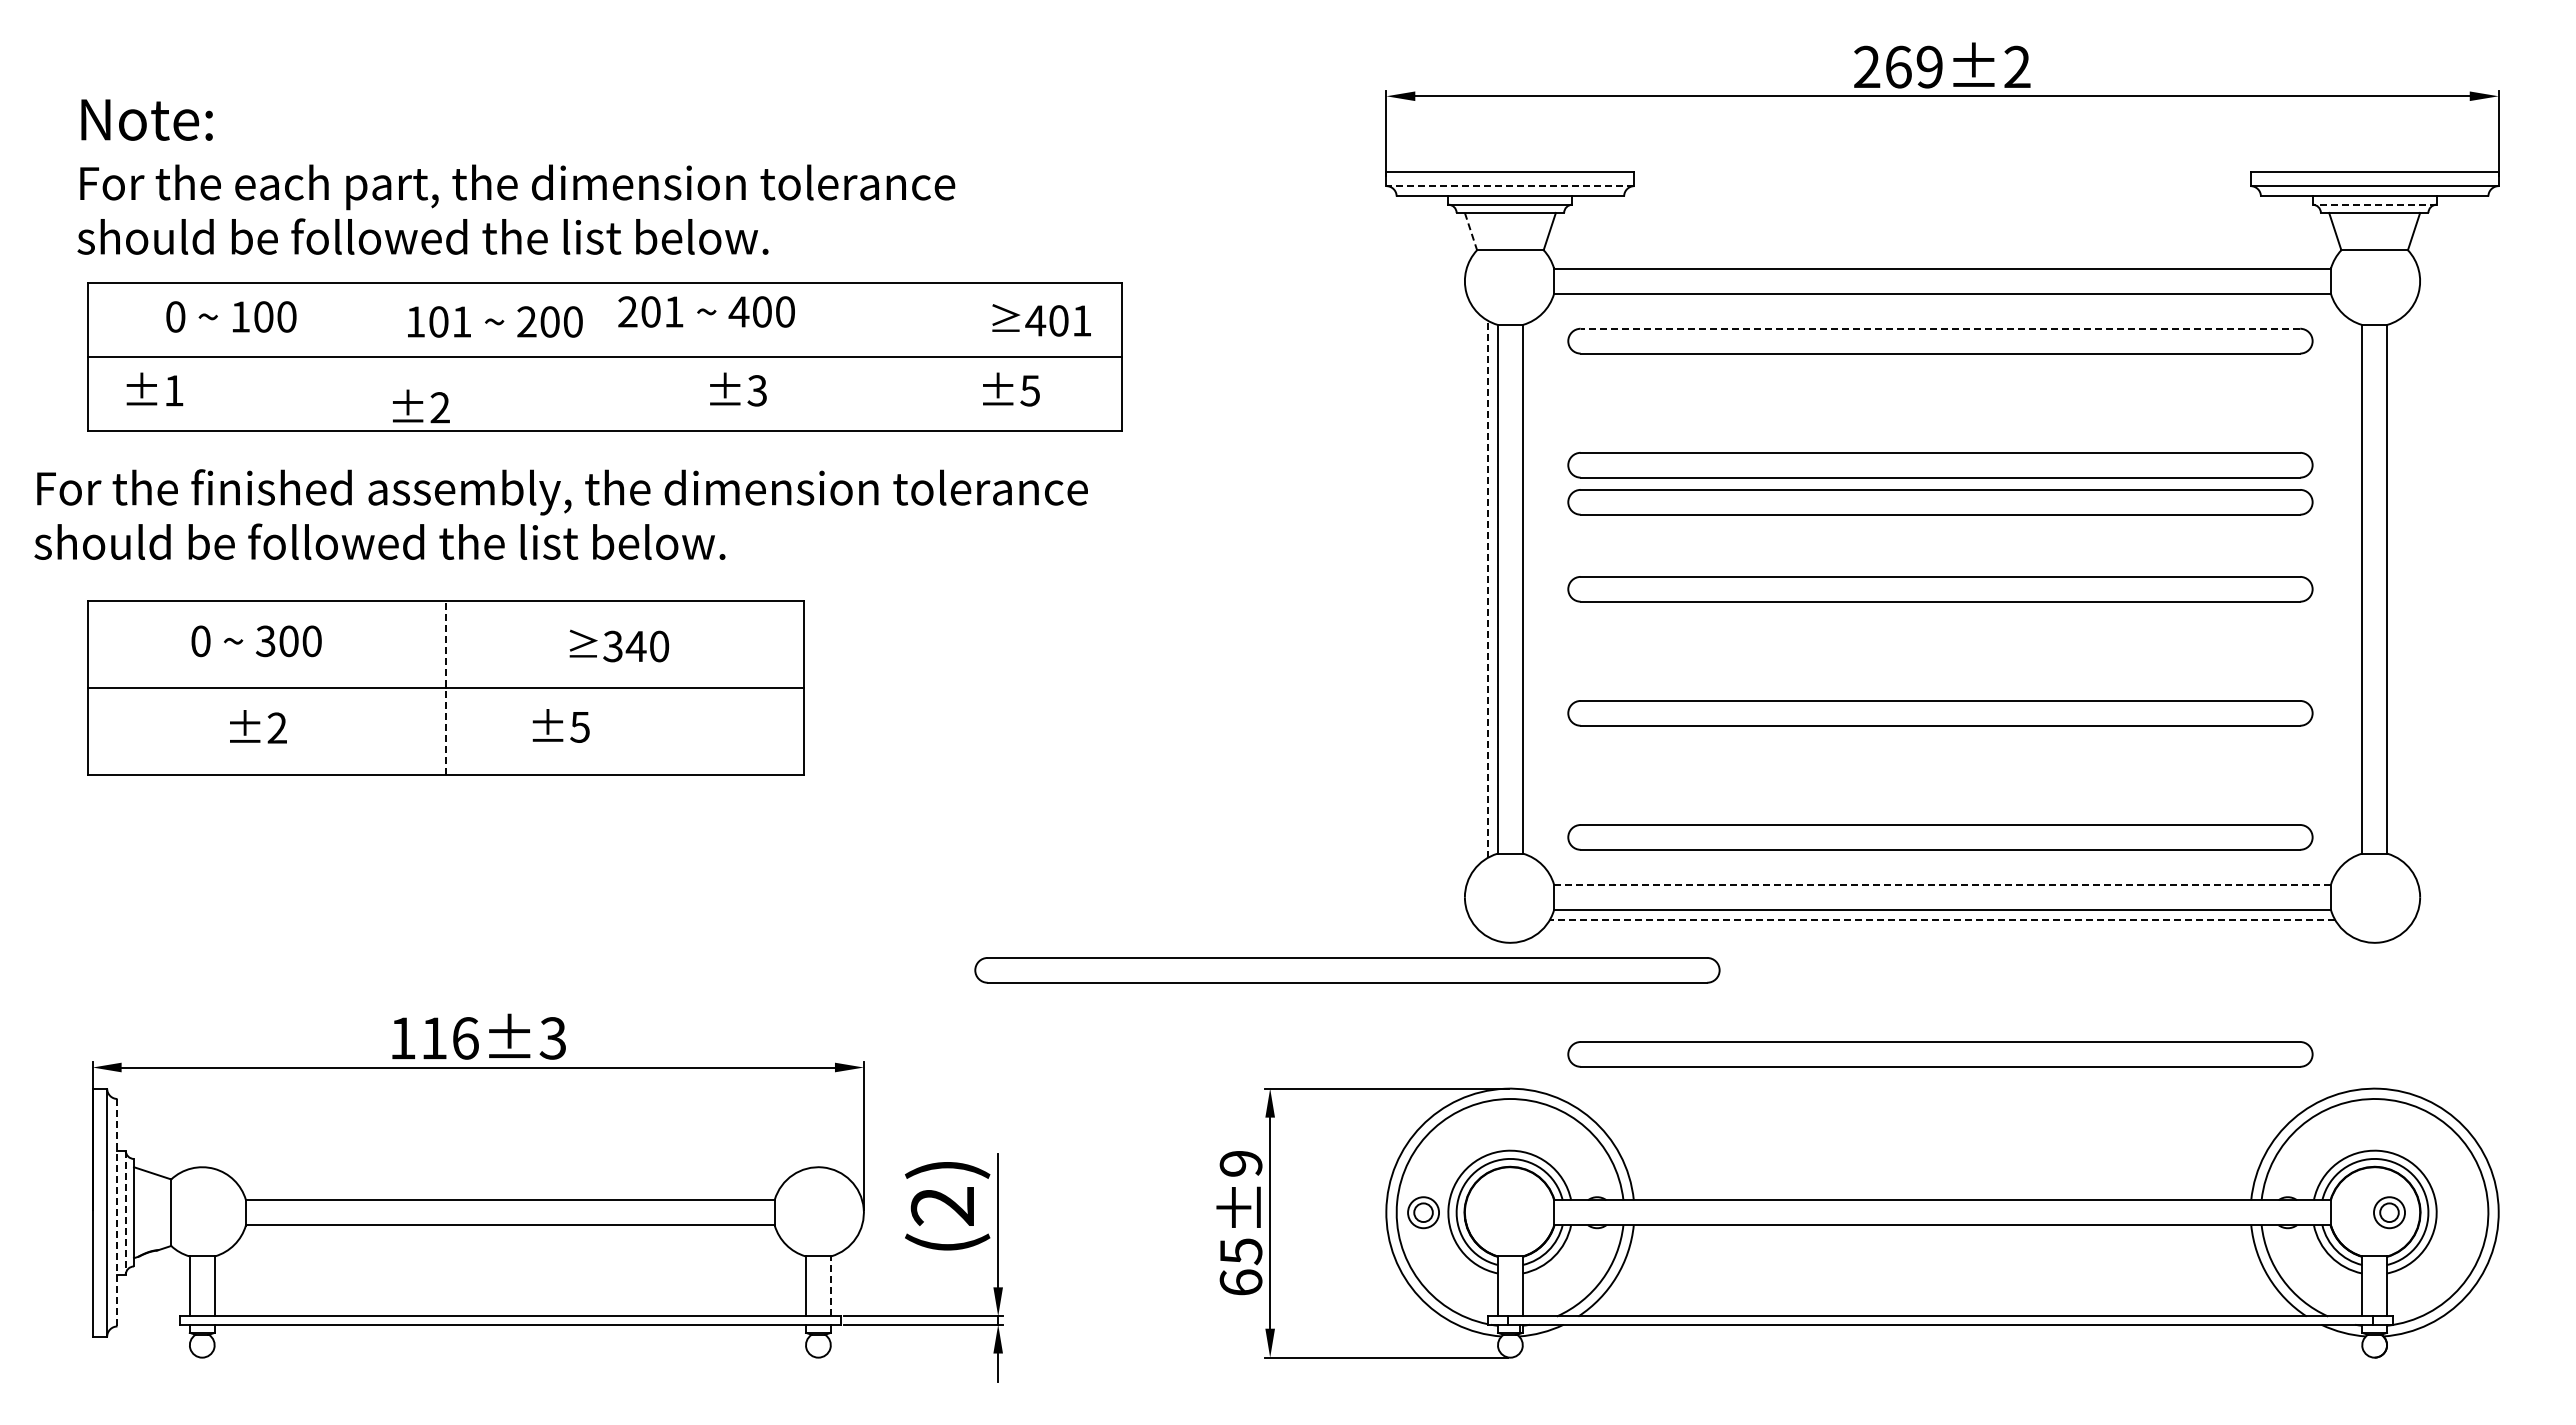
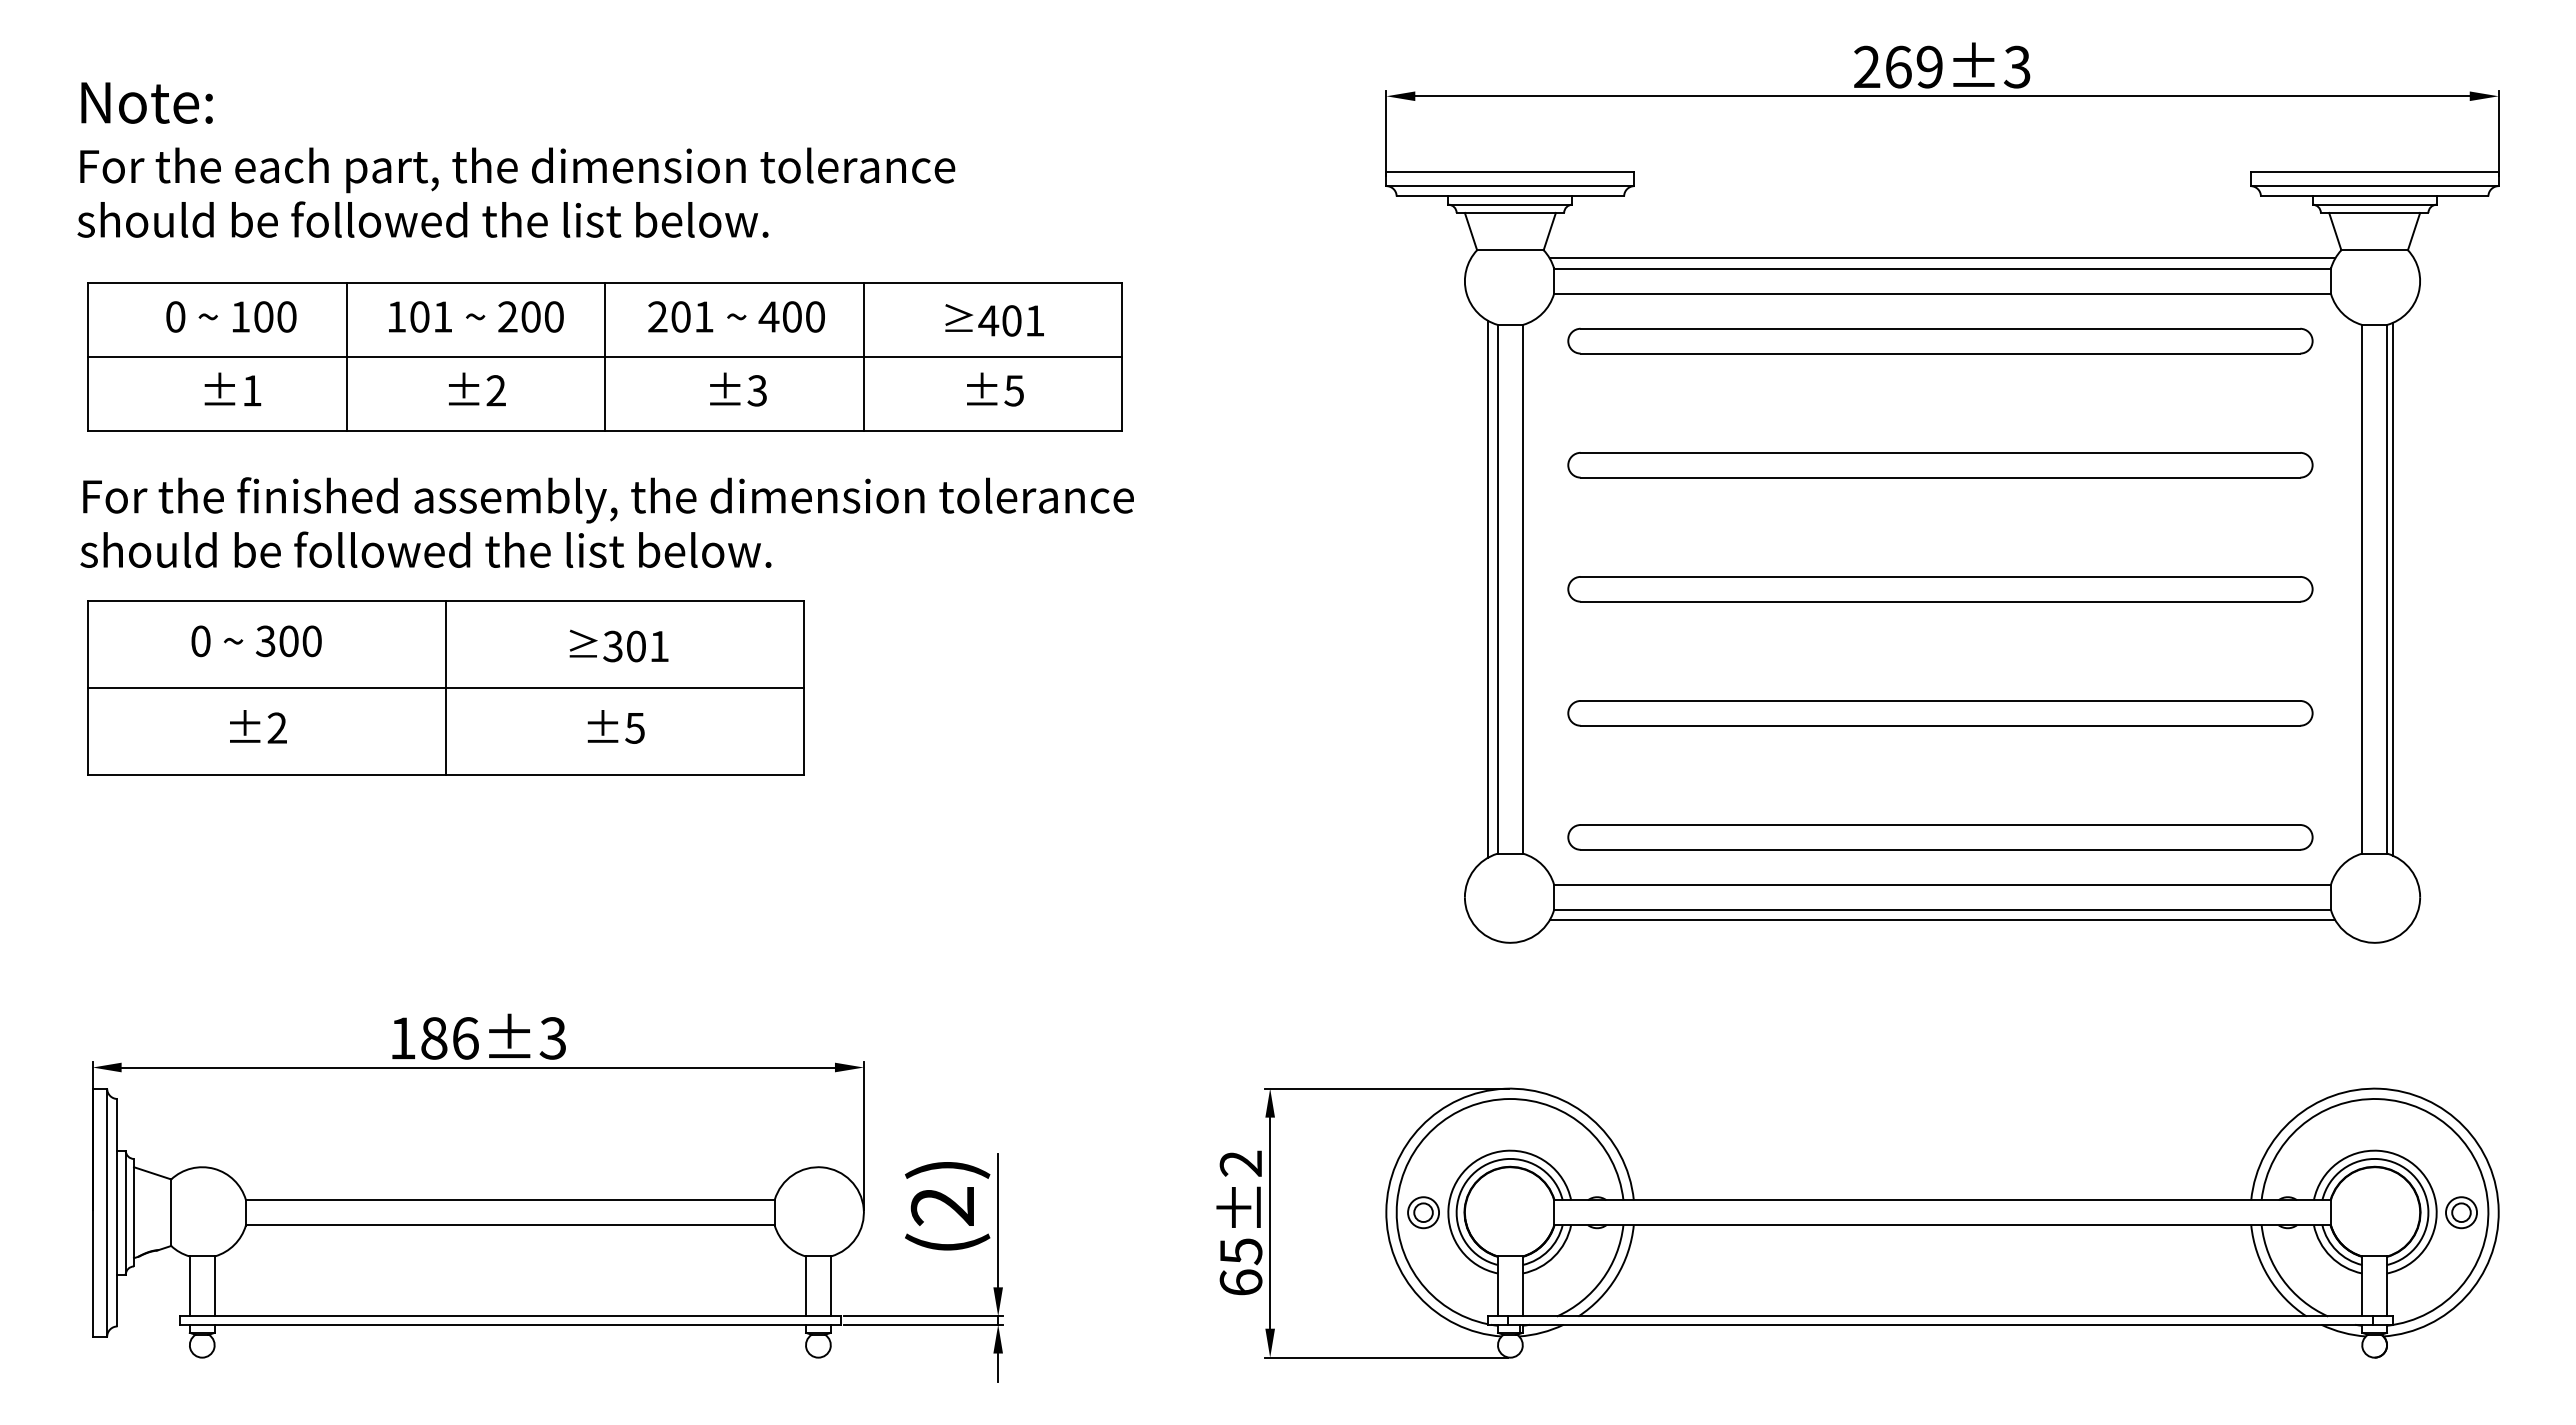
text at (2017, 67): 269±2 -> 269±3
text at (516, 176) position: (516, 176) -> (516, 159)
line at (1509, 186): dashed -> solid
line at (2374, 204): dashed -> solid
line at (1471, 231): dashed -> solid
line at (1942, 258): none -> present
text at (706, 311) position: (706, 311) -> (736, 316)
text at (1041, 320) position: (1041, 320) -> (994, 320)
text at (495, 321) position: (495, 321) -> (476, 316)
line at (1940, 328): dashed -> solid
line at (346, 357): none -> present
line at (605, 357): none -> present
line at (863, 357): none -> present
text at (154, 389) position: (154, 389) -> (232, 389)
text at (1011, 389) position: (1011, 389) -> (995, 389)
text at (421, 406) position: (421, 406) -> (477, 389)
part at (1940, 502): present -> none
text at (560, 514) position: (560, 514) -> (606, 522)
line at (2393, 588): none -> present
line at (1487, 589): dashed -> solid
text at (647, 646): 340 -> 301
line at (446, 687): dashed -> solid
text at (560, 725) position: (560, 725) -> (615, 726)
line at (1942, 884): dashed -> solid
line at (1942, 920): dashed -> solid
part at (1347, 970): present -> none
text at (434, 1038): 116±3 -> 186±3
part at (1940, 1054): present -> none
text at (1241, 1163): 65±9 -> 65±2
line at (117, 1212): dashed -> solid
part at (2389, 1212) position: (2389, 1212) -> (2461, 1212)
line at (125, 1213): dashed -> solid
line at (830, 1286): dashed -> solid
